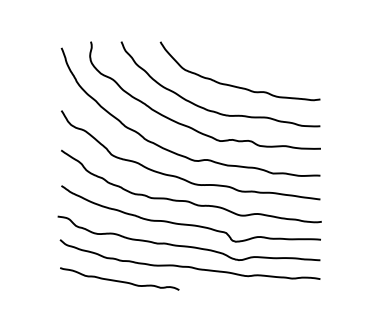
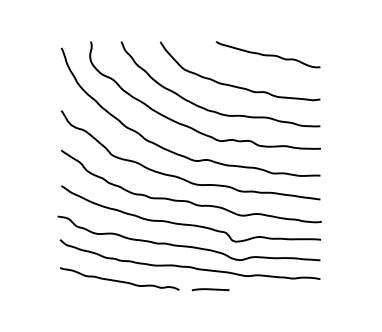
curve at (267, 54): none -> present
line at (210, 289): none -> present
